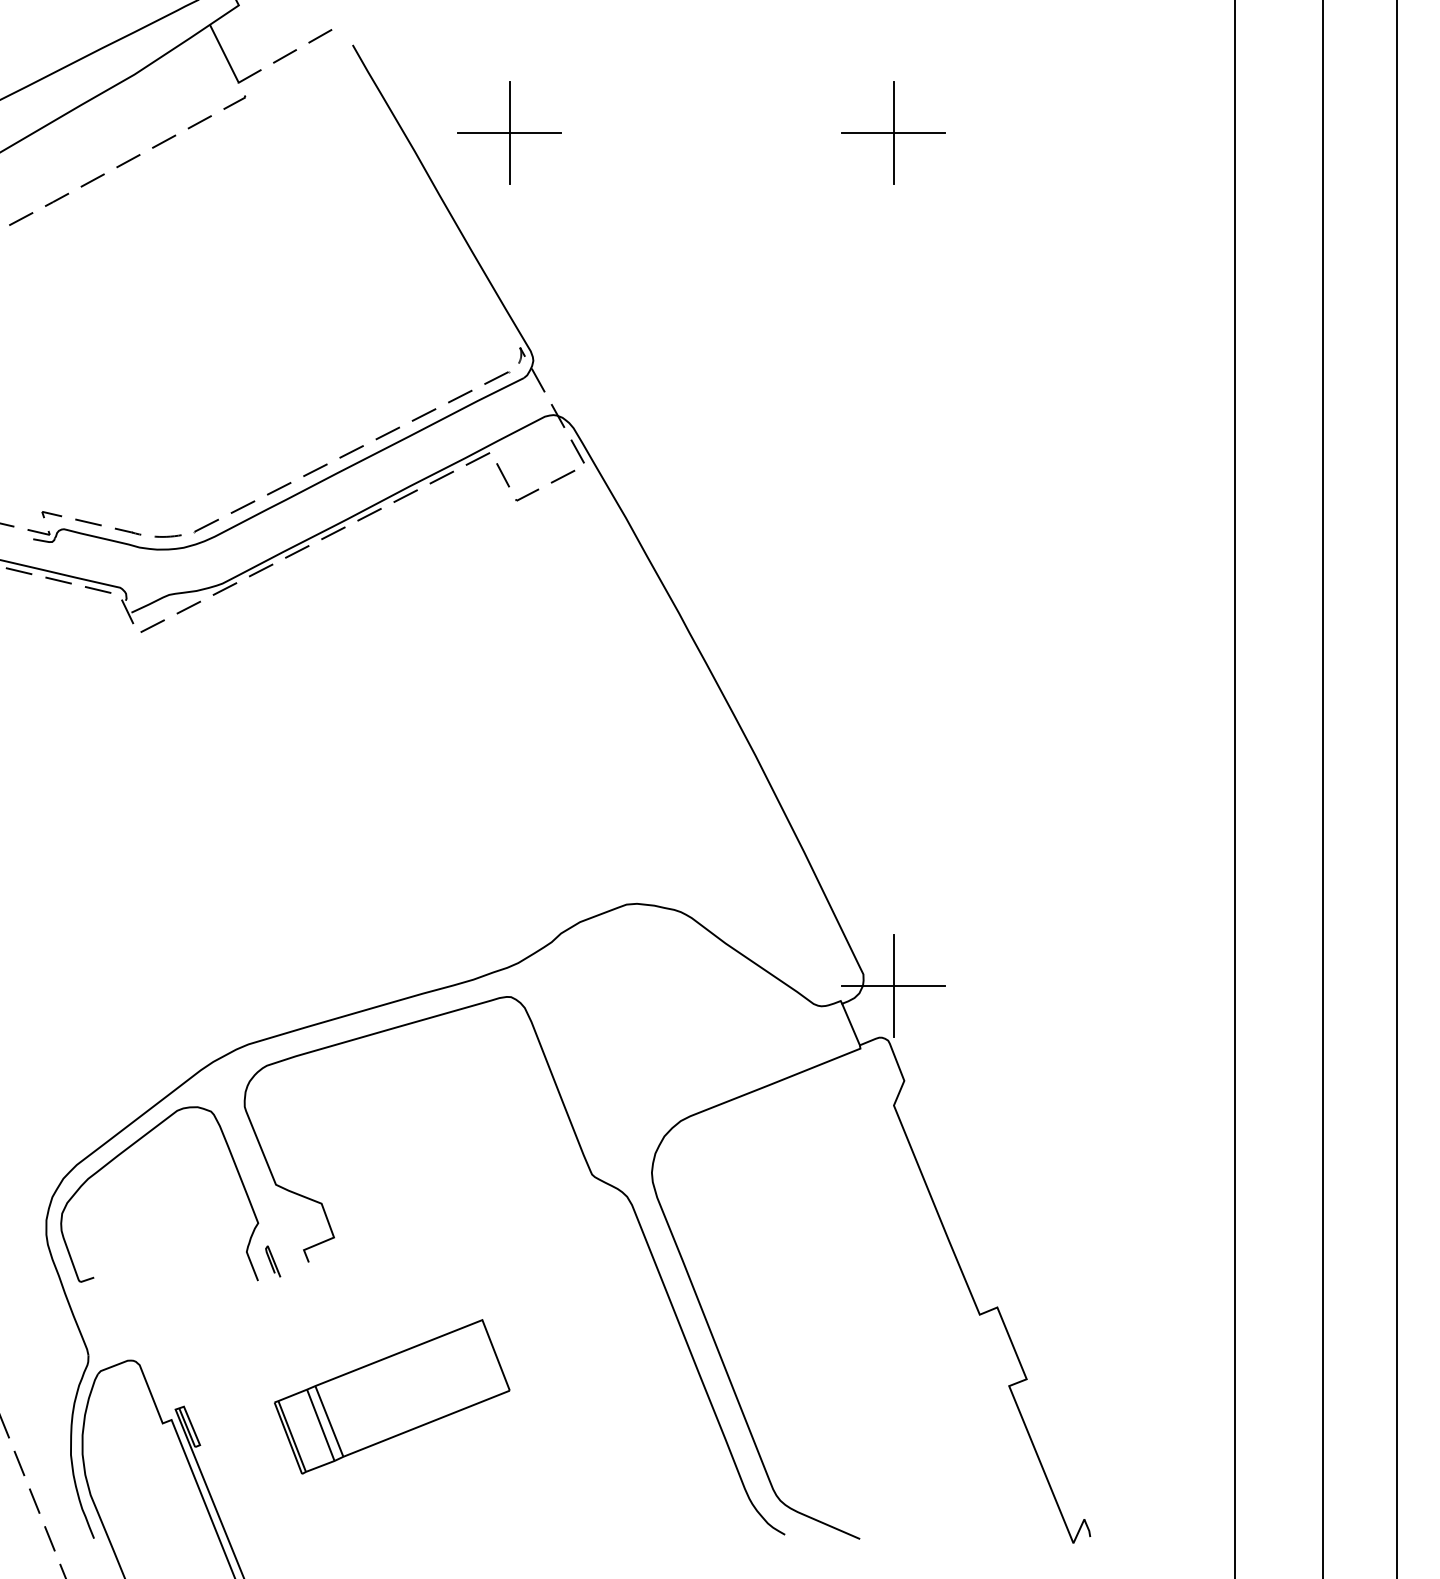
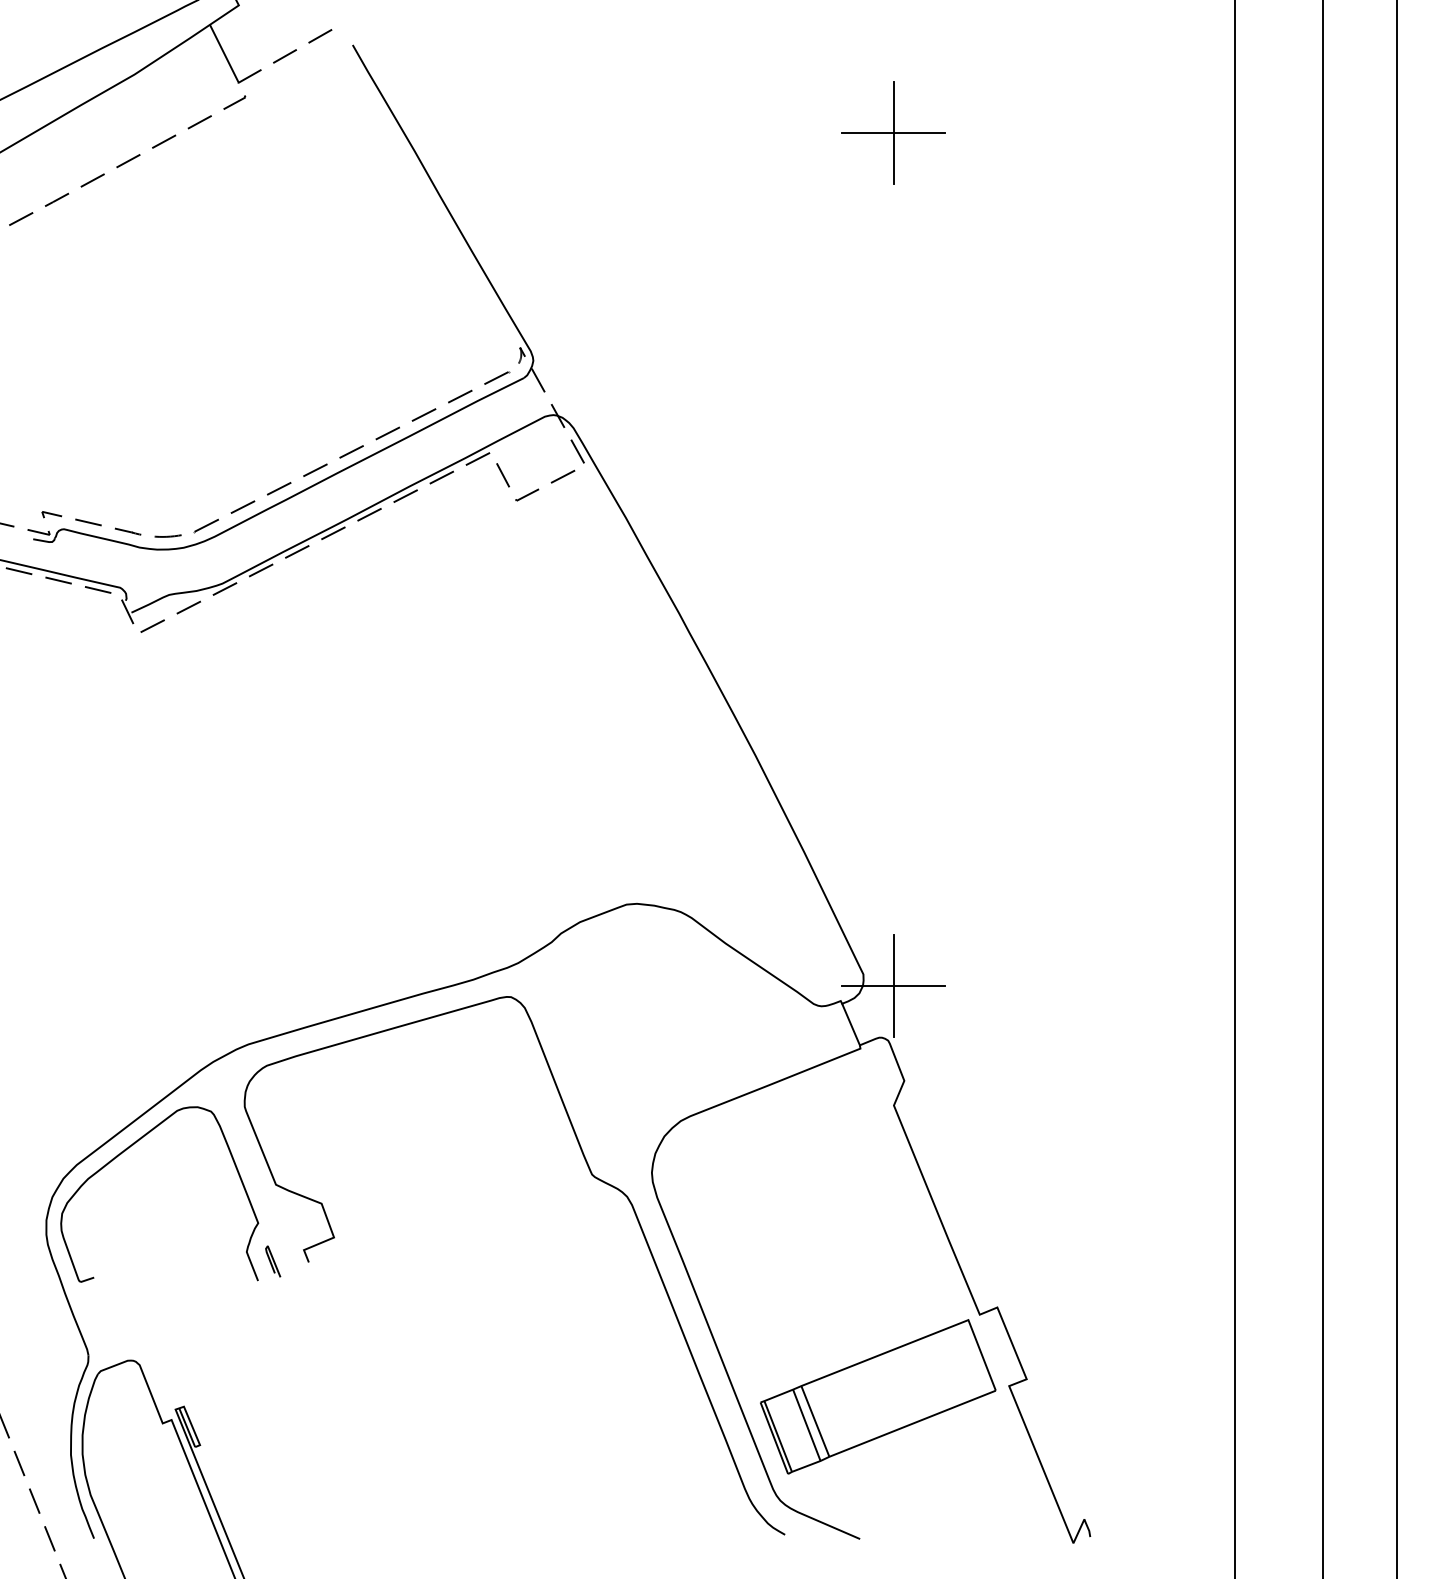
part at (509, 132): present -> none
part at (392, 1396) position: (392, 1396) -> (878, 1396)
